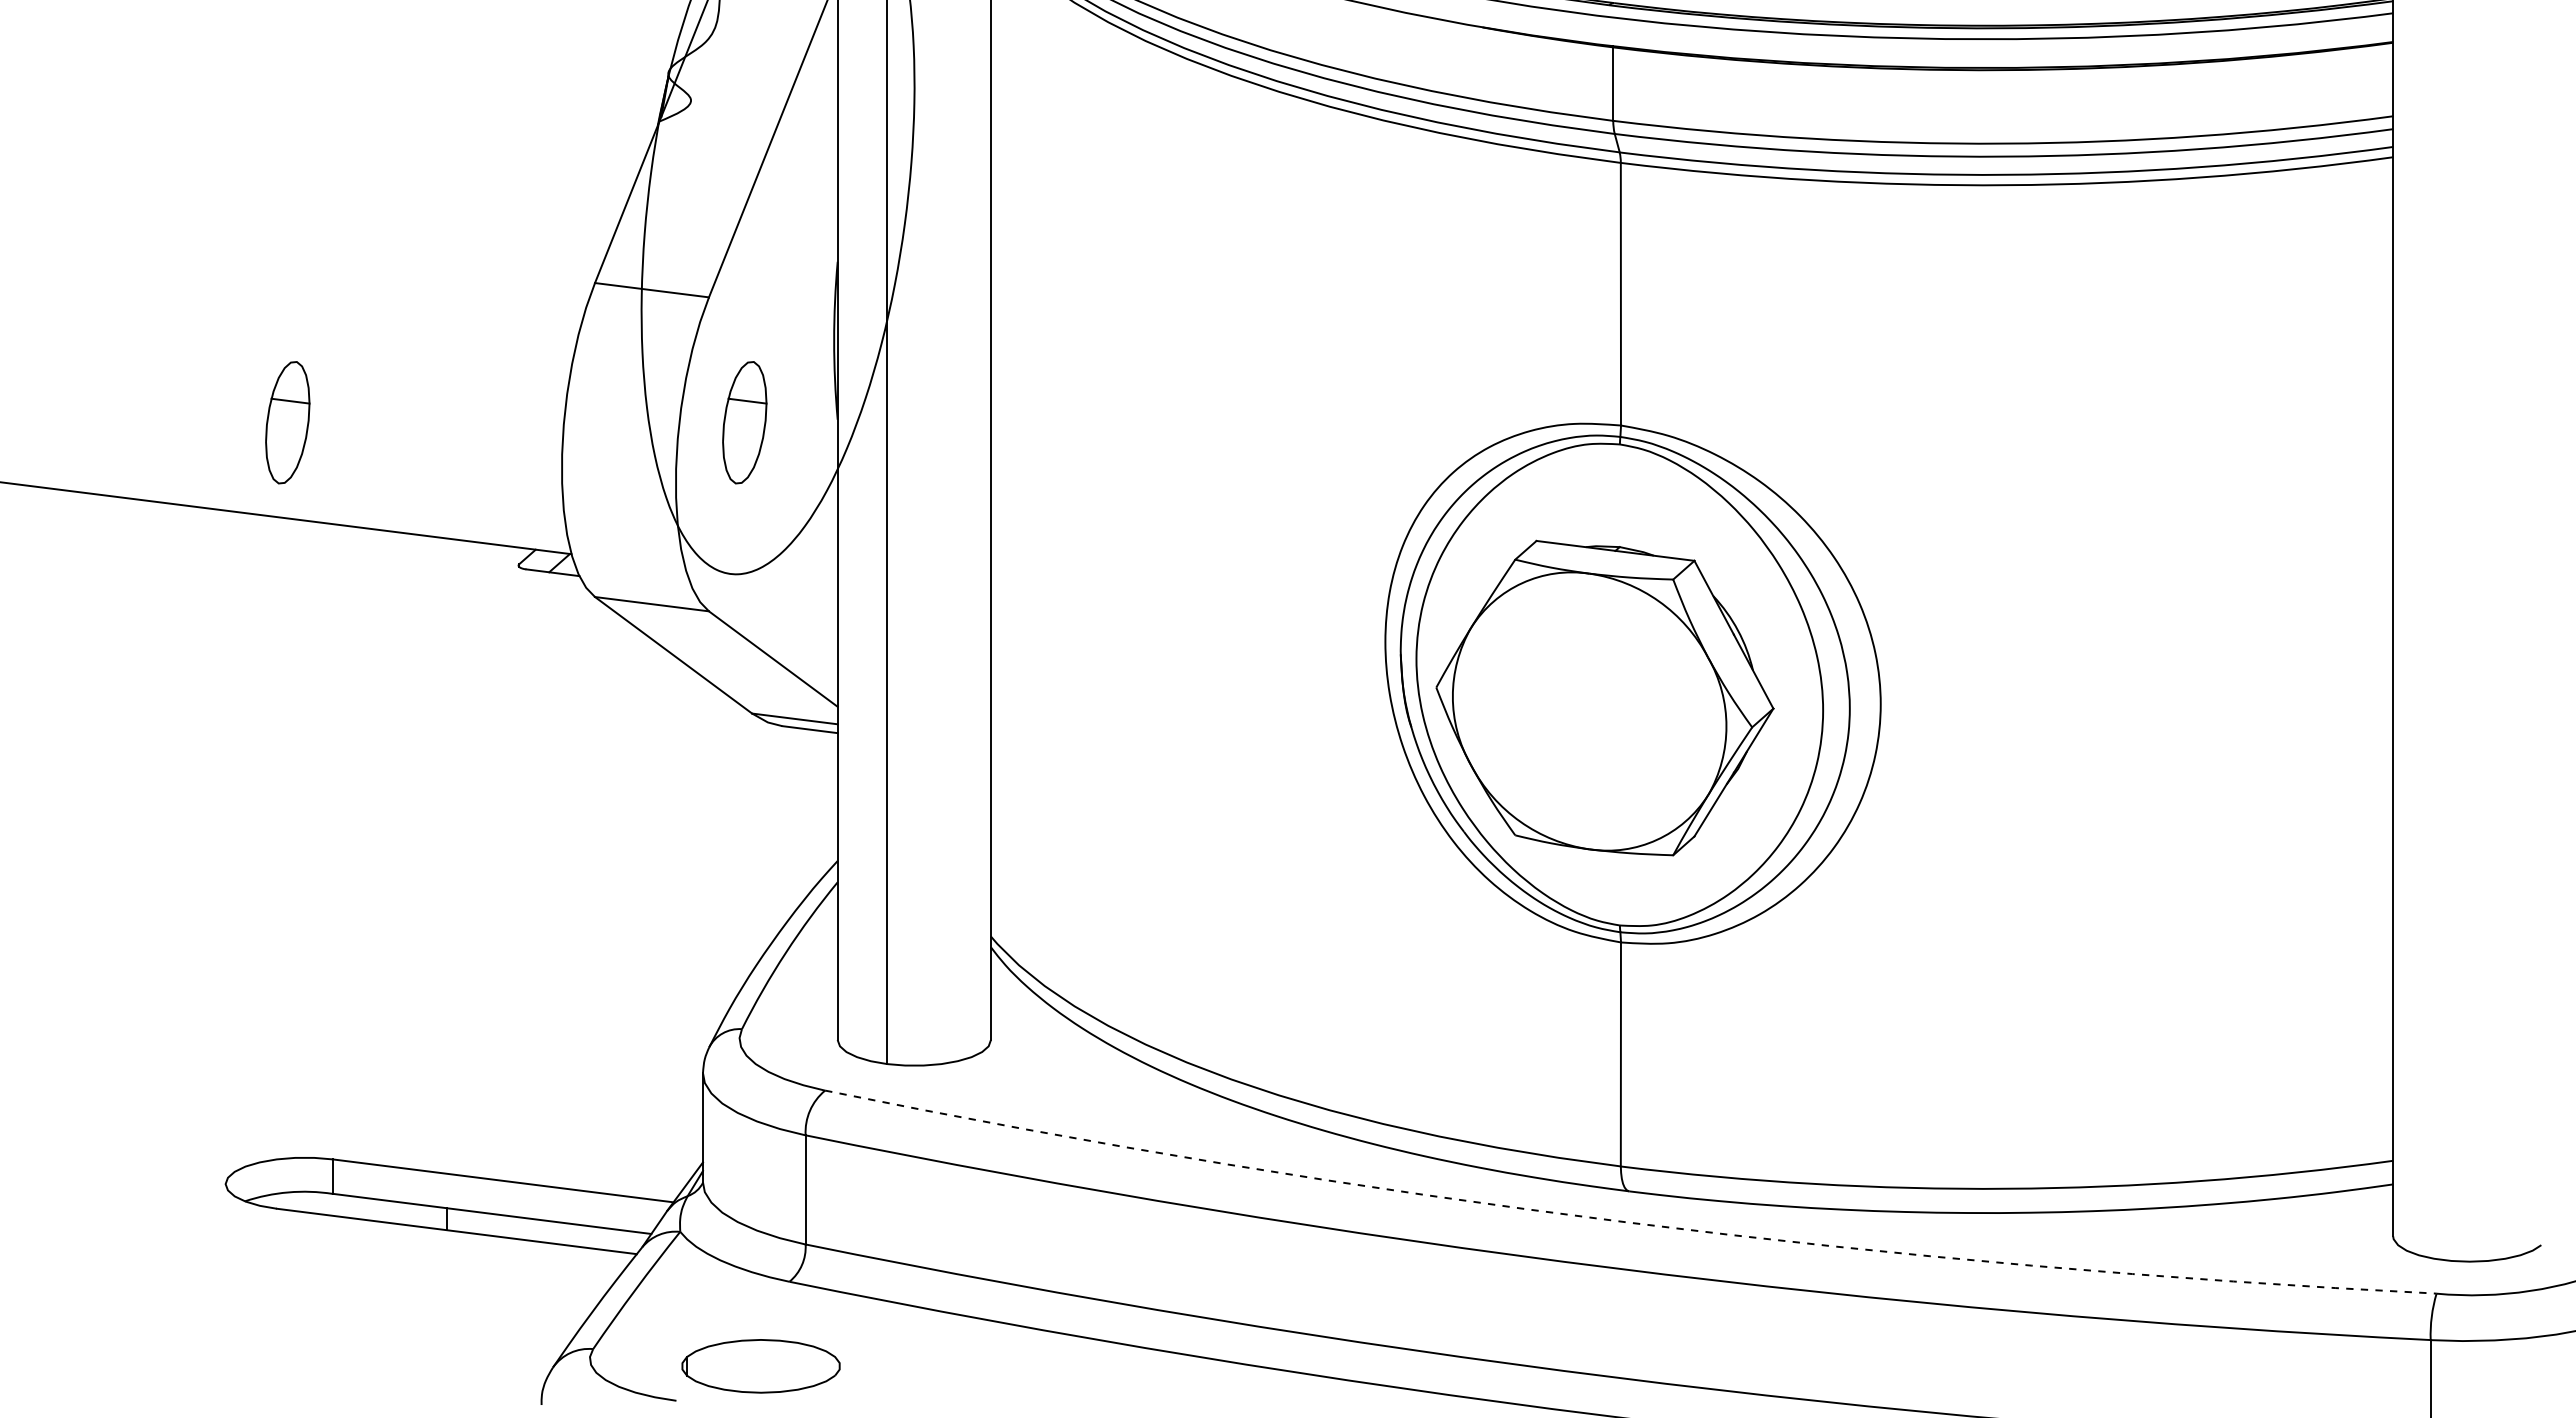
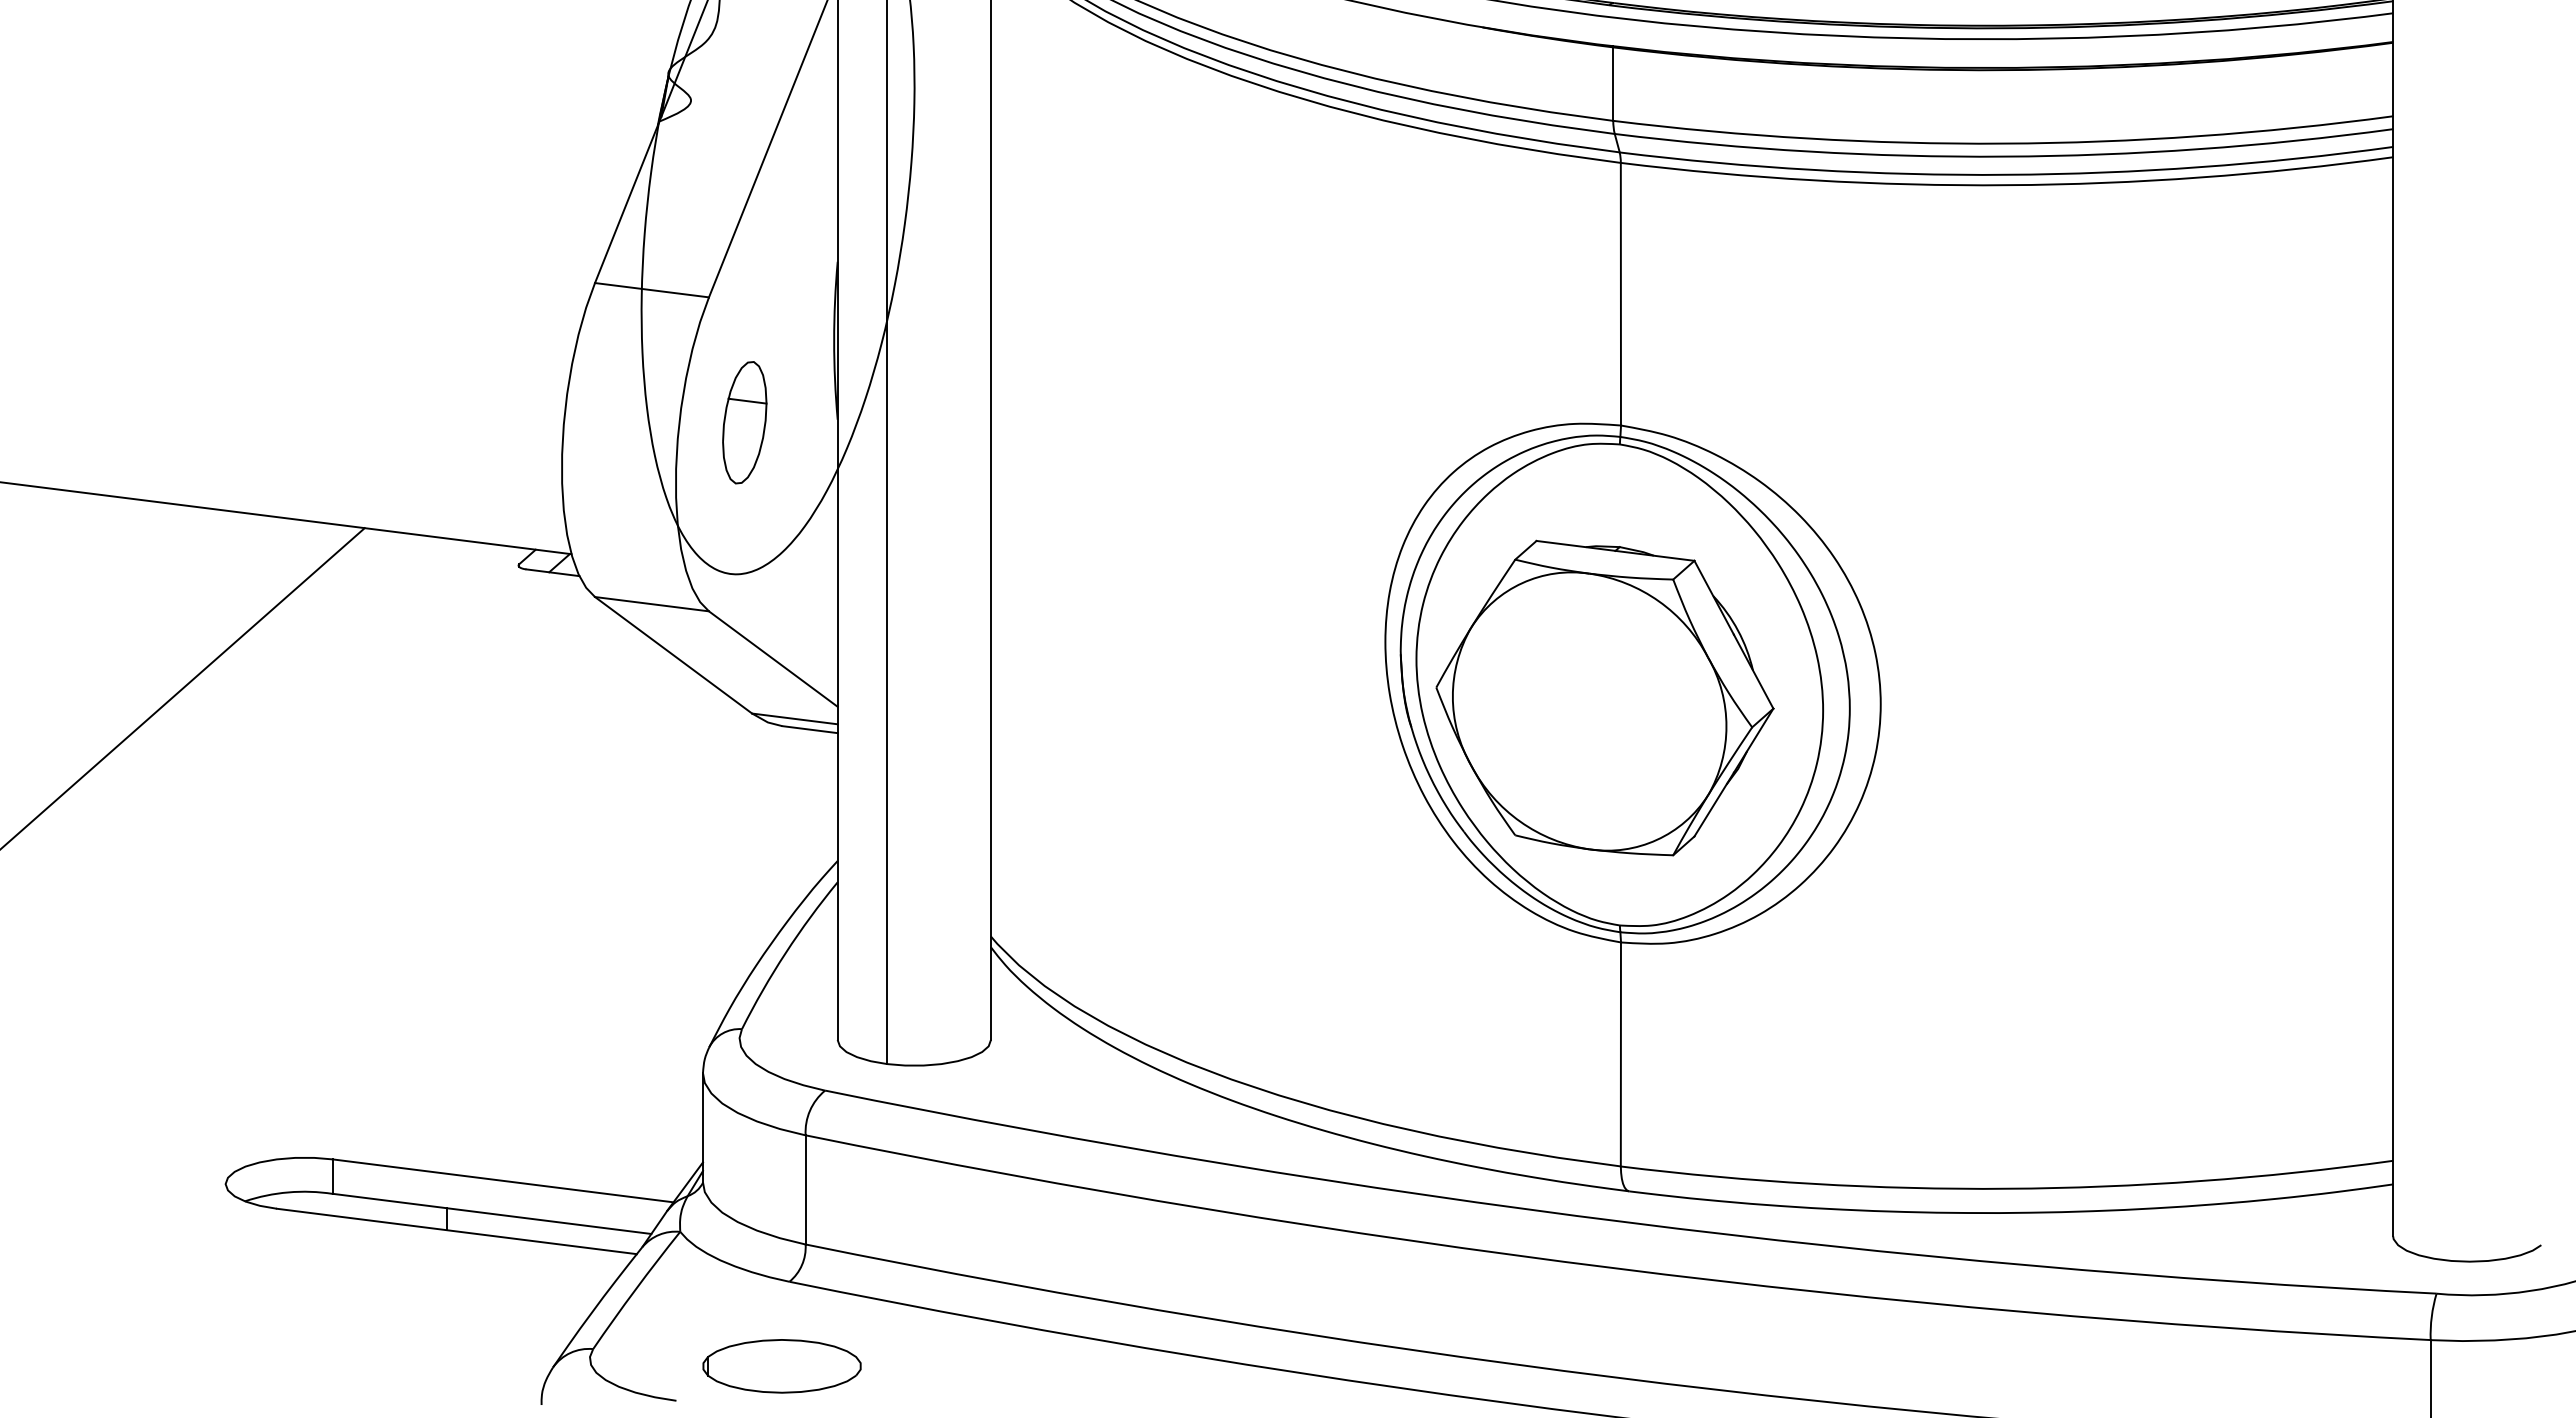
part at (287, 422): present -> none
line at (183, 687): none -> present
arc at (1627, 1222): dashed -> solid
part at (760, 1366) position: (760, 1366) -> (781, 1366)
